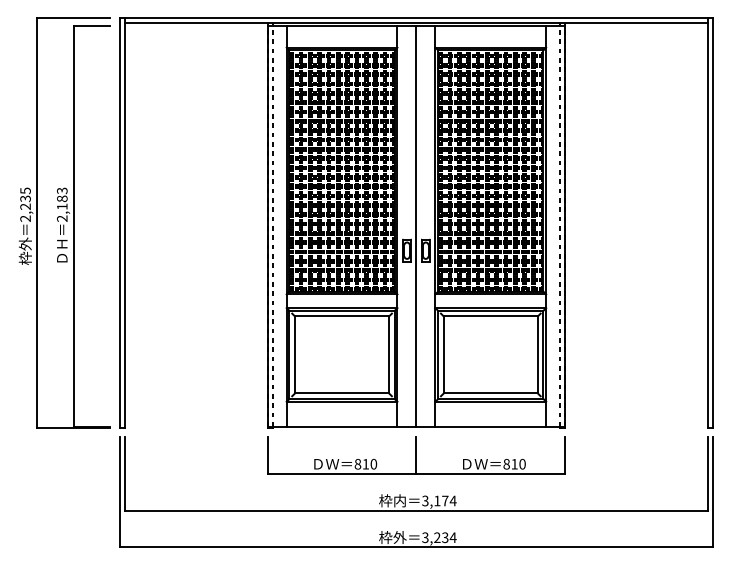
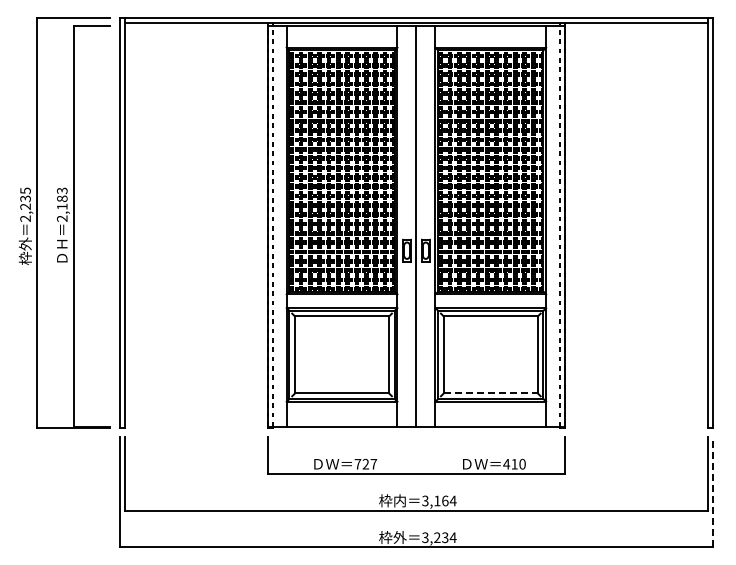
line at (491, 393): solid -> dashed
line at (416, 455): present -> none
text at (365, 463): 810 -> 727
text at (506, 464): 810 -> 410
line at (713, 491): solid -> dashed
text at (445, 500): 3,174 -> 3,164
